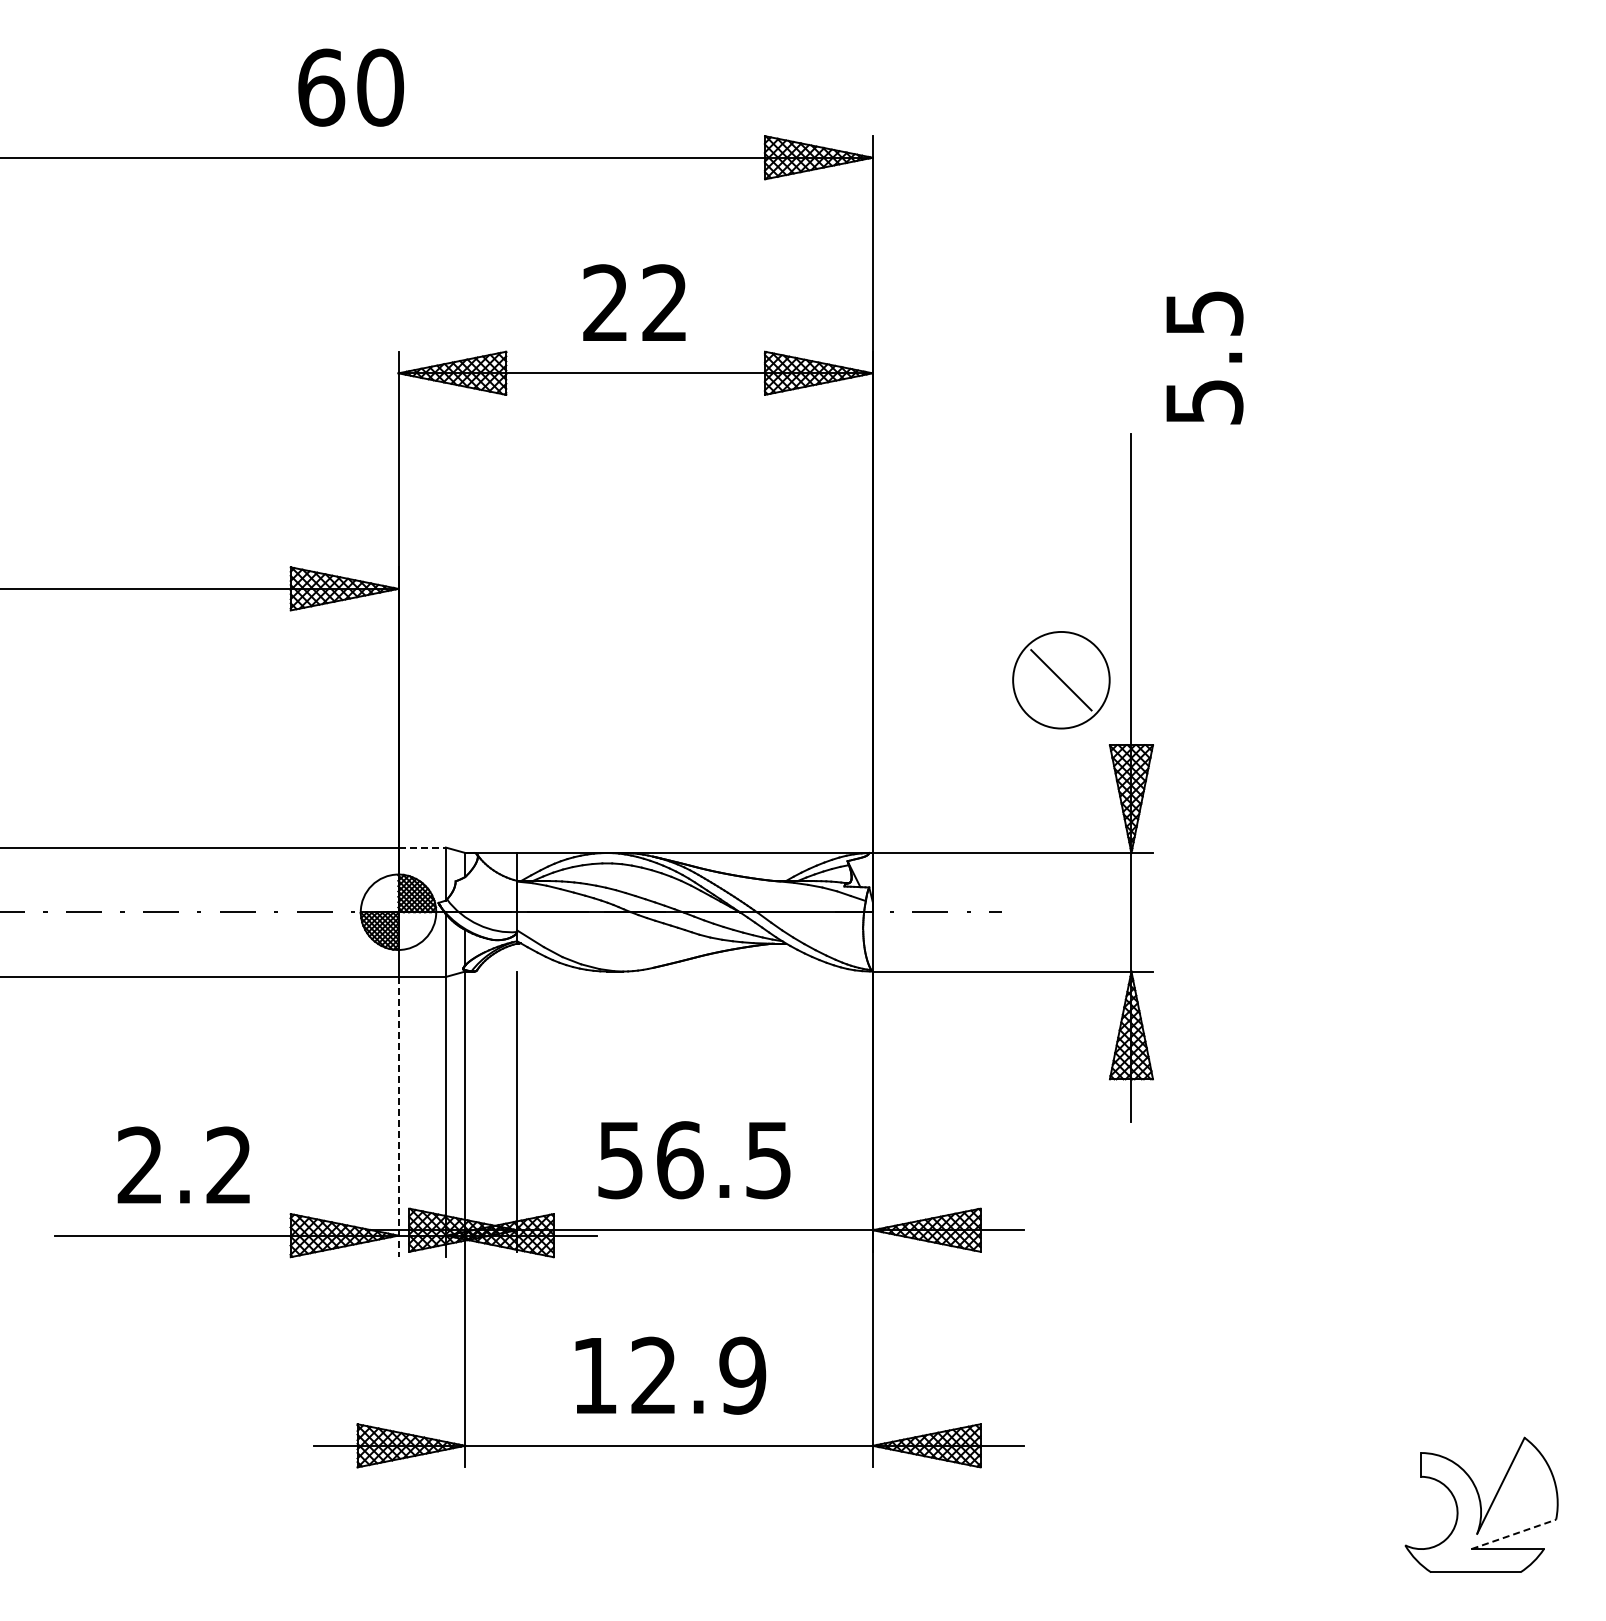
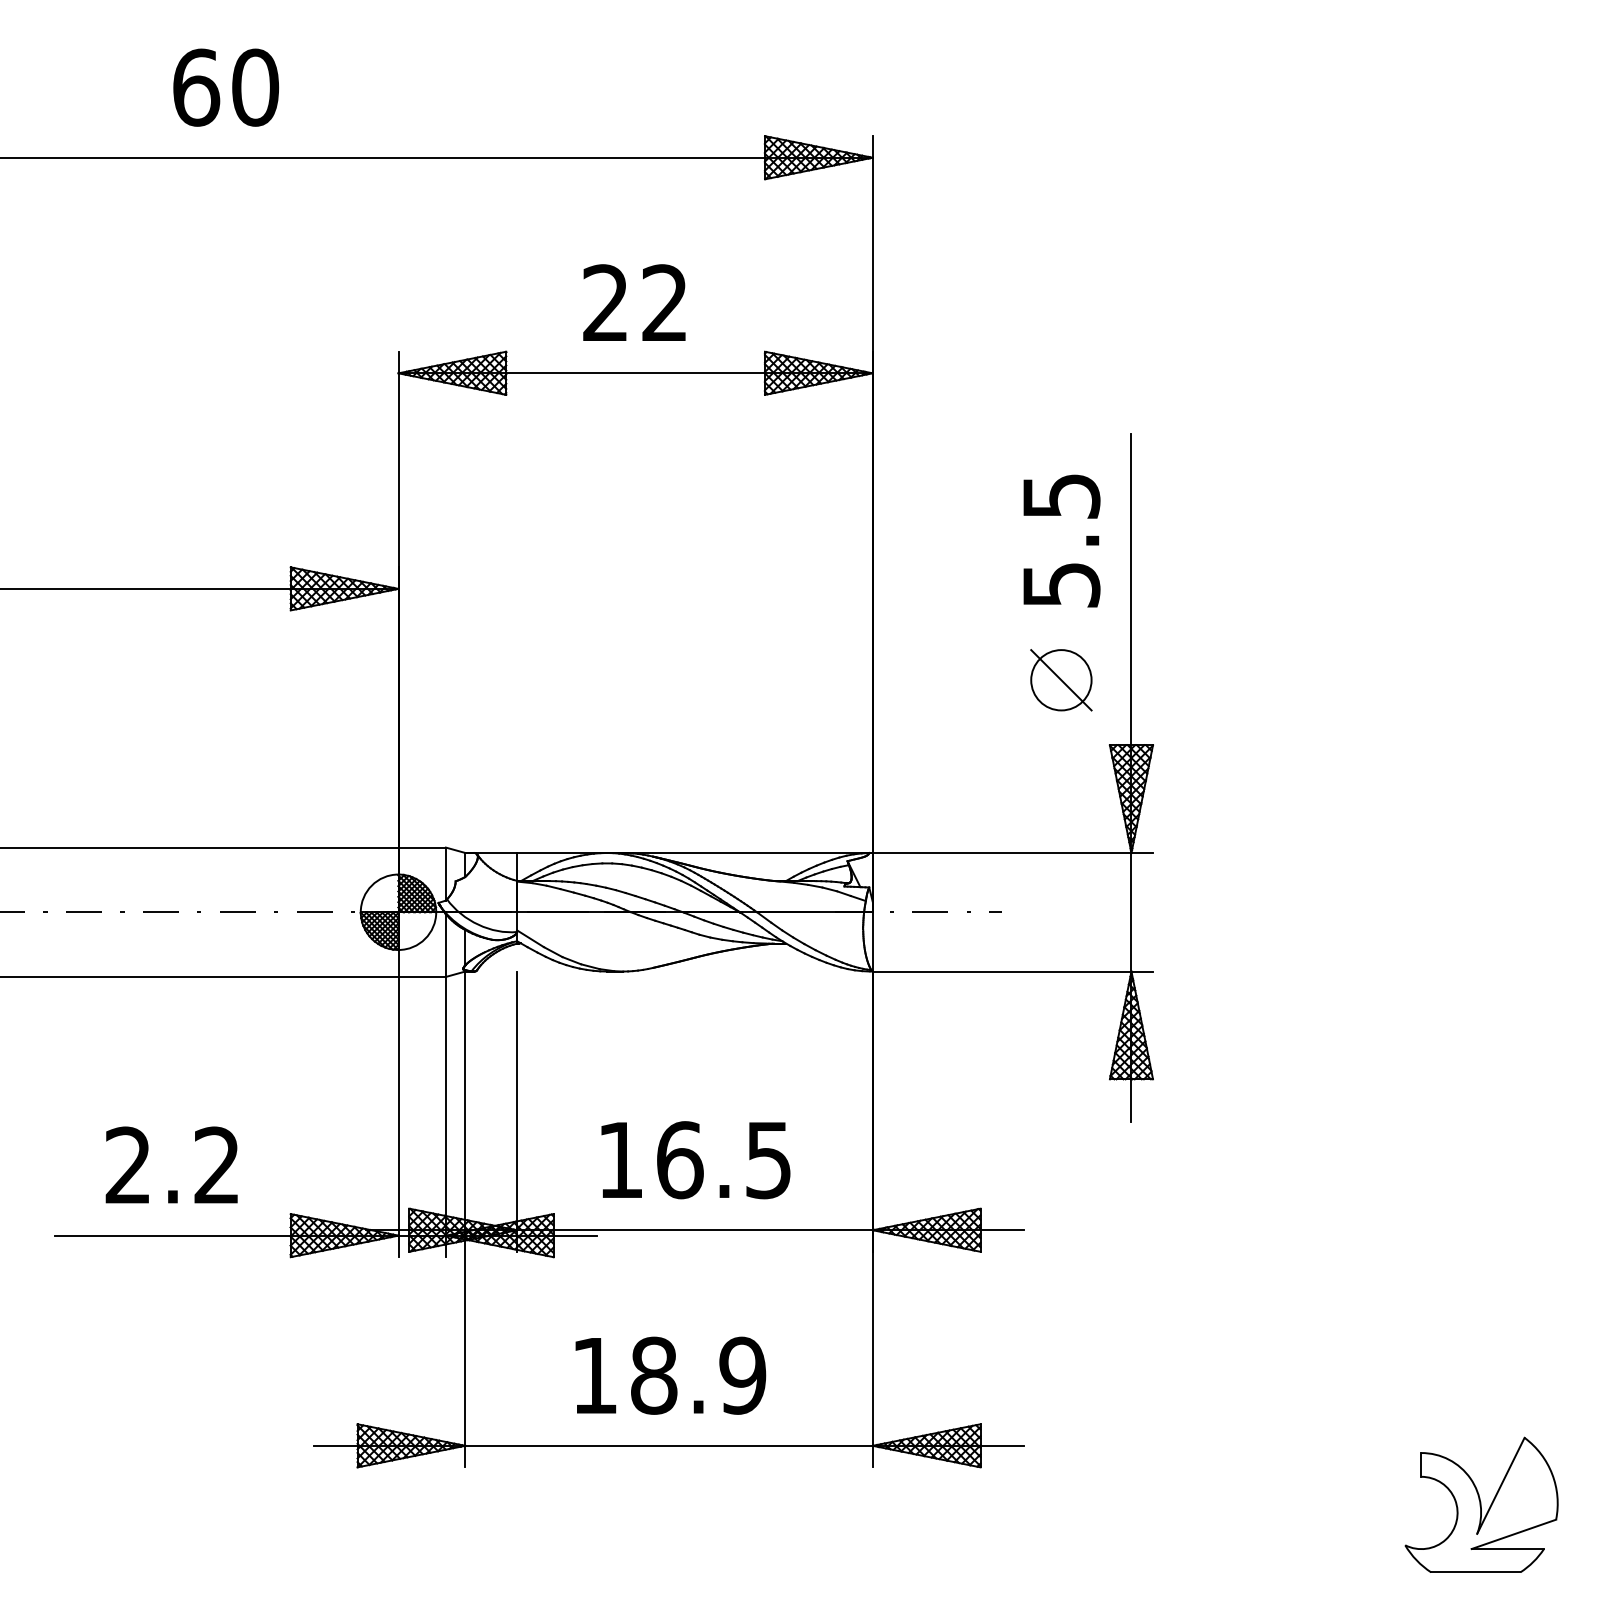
text at (350, 87) position: (350, 87) -> (225, 87)
text at (1204, 357) position: (1204, 357) -> (1061, 540)
circle at (1061, 679) diameter: 97 px -> 60 px
line at (422, 847): dashed -> solid
line at (398, 1117): dashed -> solid
text at (620, 1160): 56.5 -> 16.5
text at (183, 1164) position: (183, 1164) -> (171, 1164)
text at (654, 1375): 12.9 -> 18.9
line at (1513, 1534): dashed -> solid
